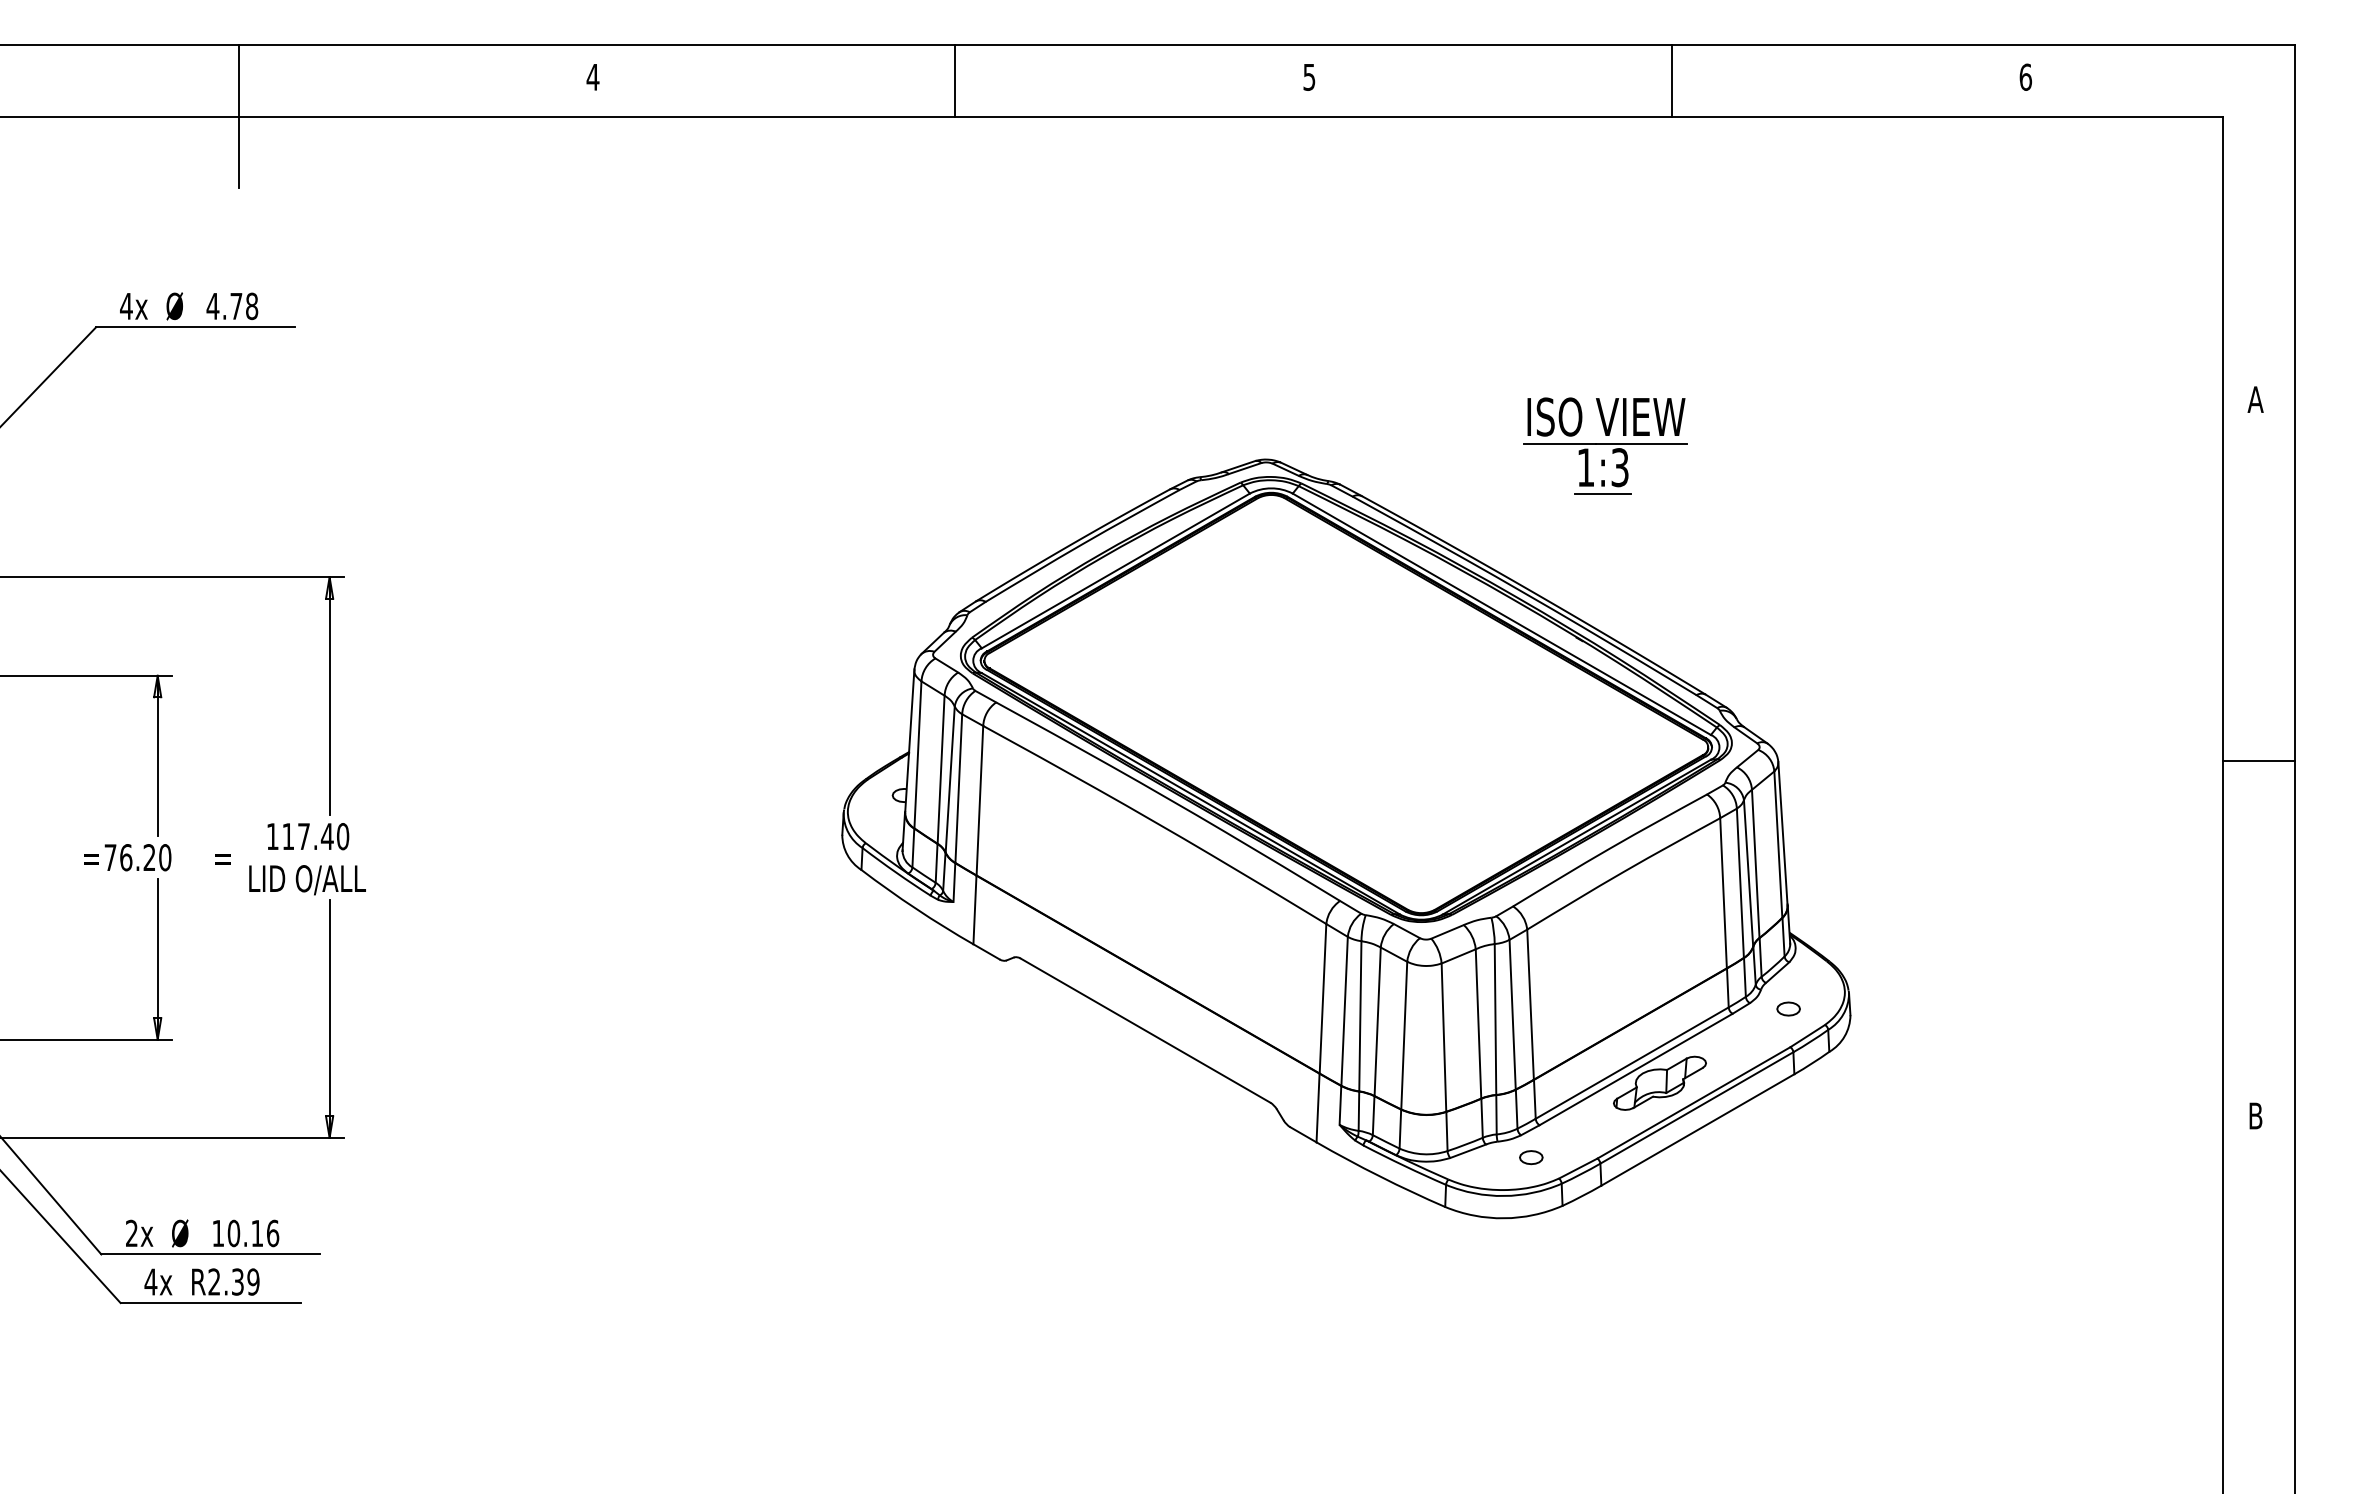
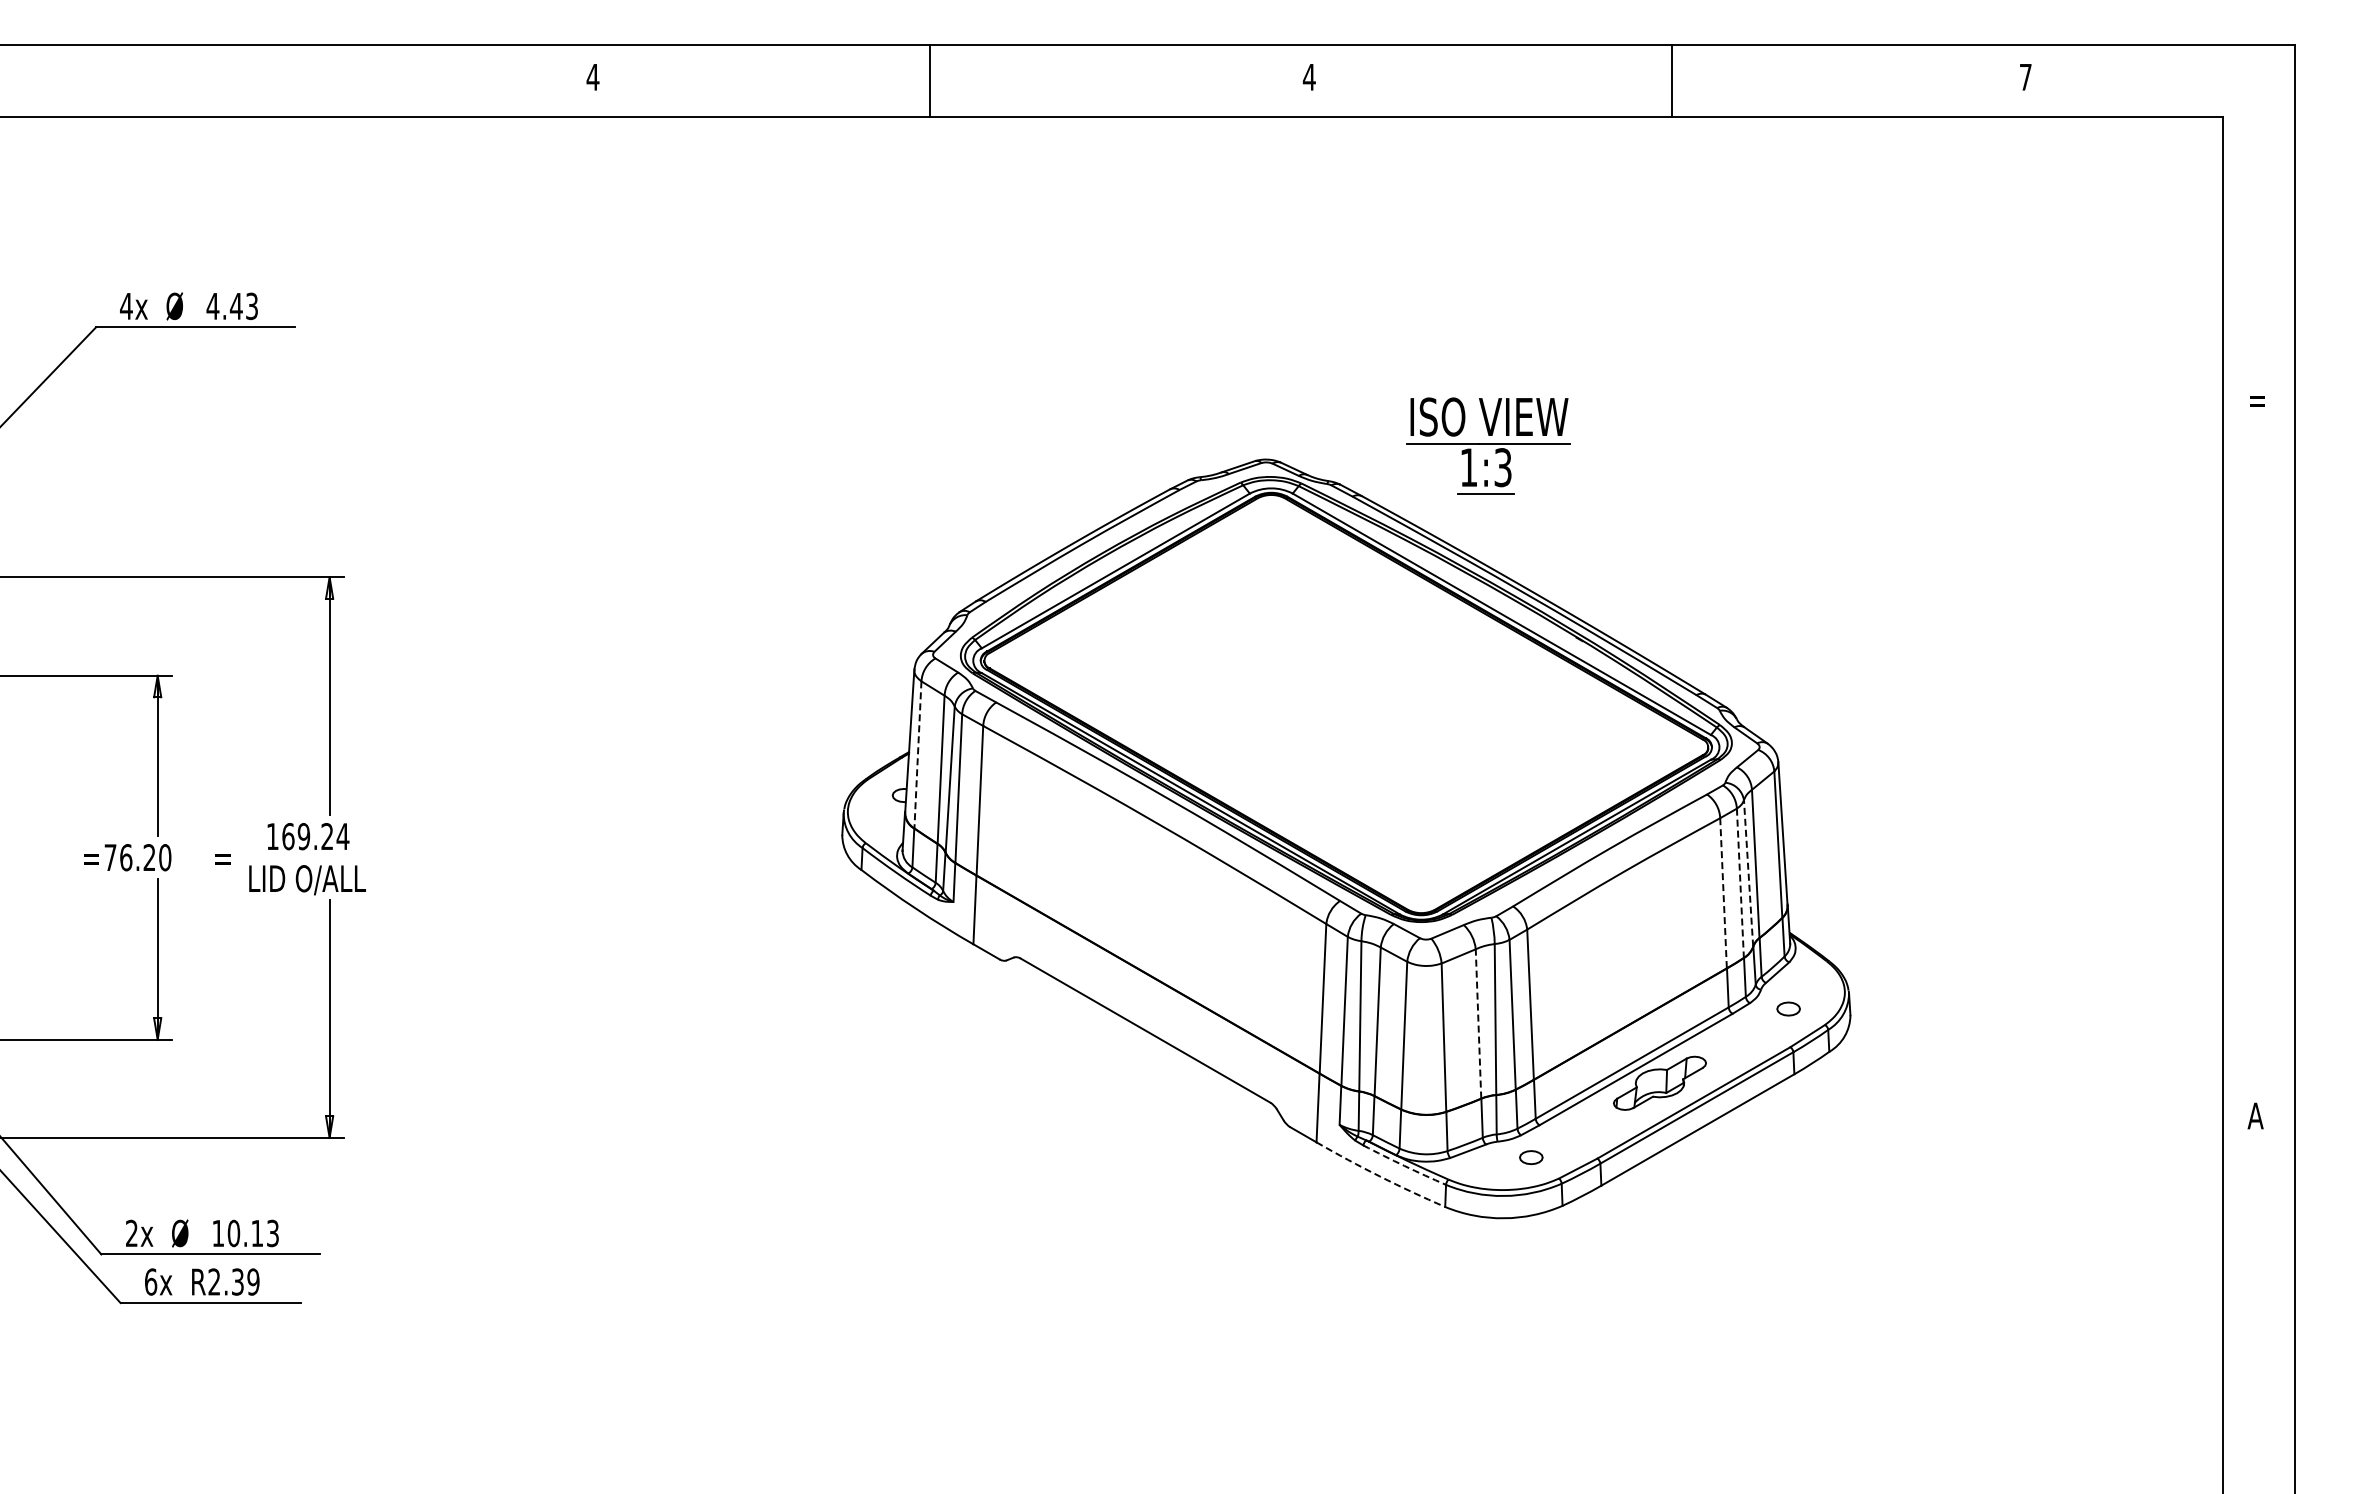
text at (2025, 76): 6 -> 7
text at (1308, 77): 5 -> 4
line at (955, 80) position: (955, 80) -> (930, 80)
line at (239, 116): present -> none
text at (243, 306): 4.78 -> 4.43
text at (2255, 399): A -> =
part at (1605, 445) position: (1605, 445) -> (1488, 445)
line at (917, 754): solid -> dashed
line at (2259, 761): present -> none
text at (315, 836): 117.40 -> 169.24
line at (1748, 872): solid -> dashed
line at (1740, 883): solid -> dashed
line at (1723, 893): solid -> dashed
line at (1478, 1023): solid -> dashed
text at (2255, 1115): B -> A
arc at (1404, 1165): solid -> dashed
arc at (1379, 1176): solid -> dashed
text at (273, 1233): 10.16 -> 10.13
text at (150, 1281): 4x -> 6x
